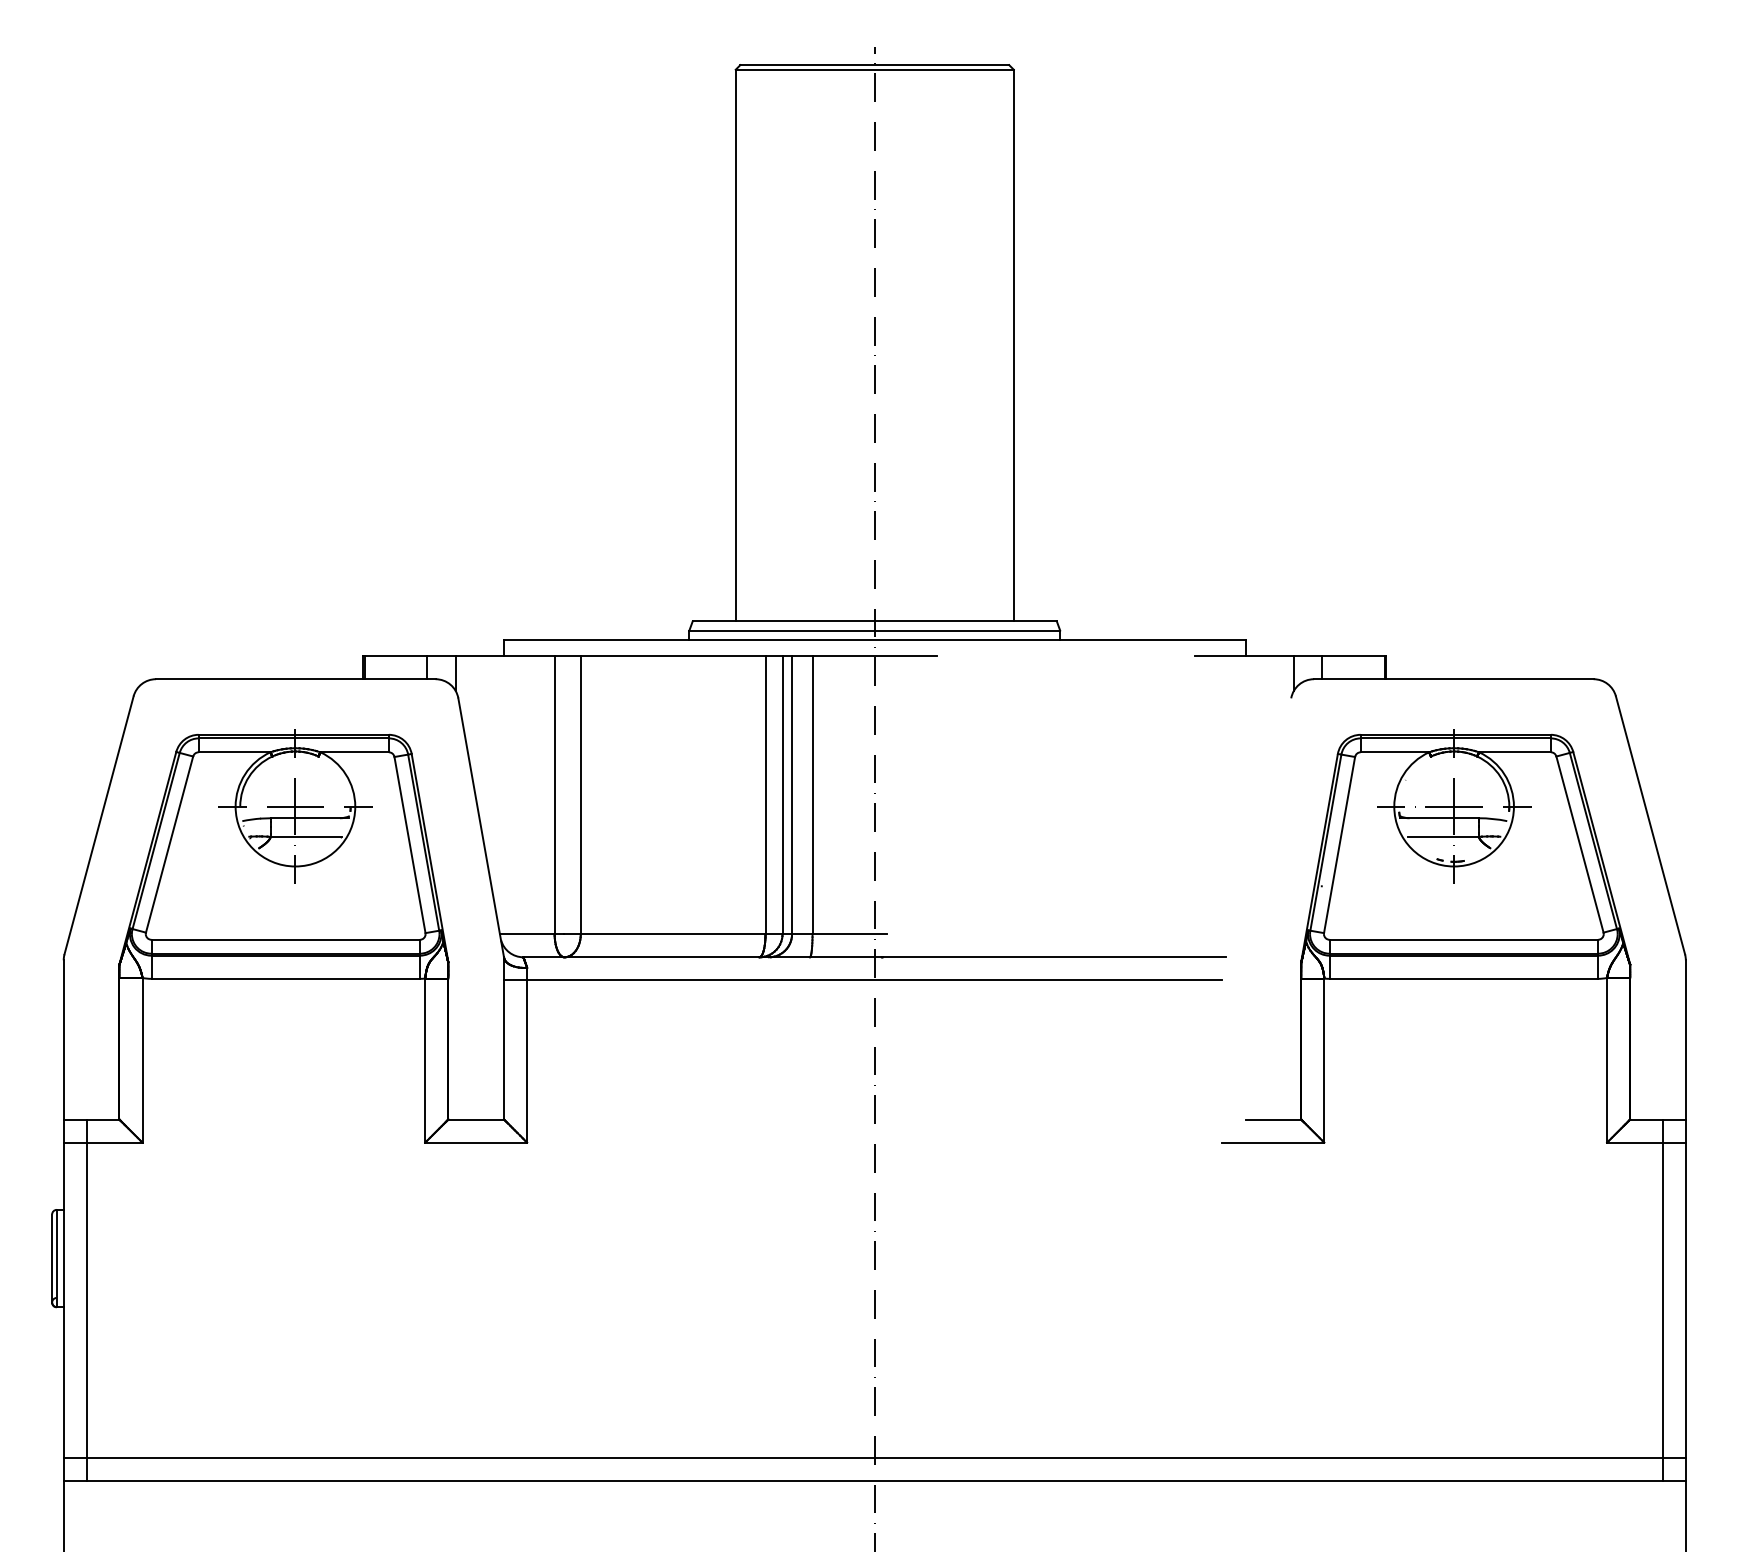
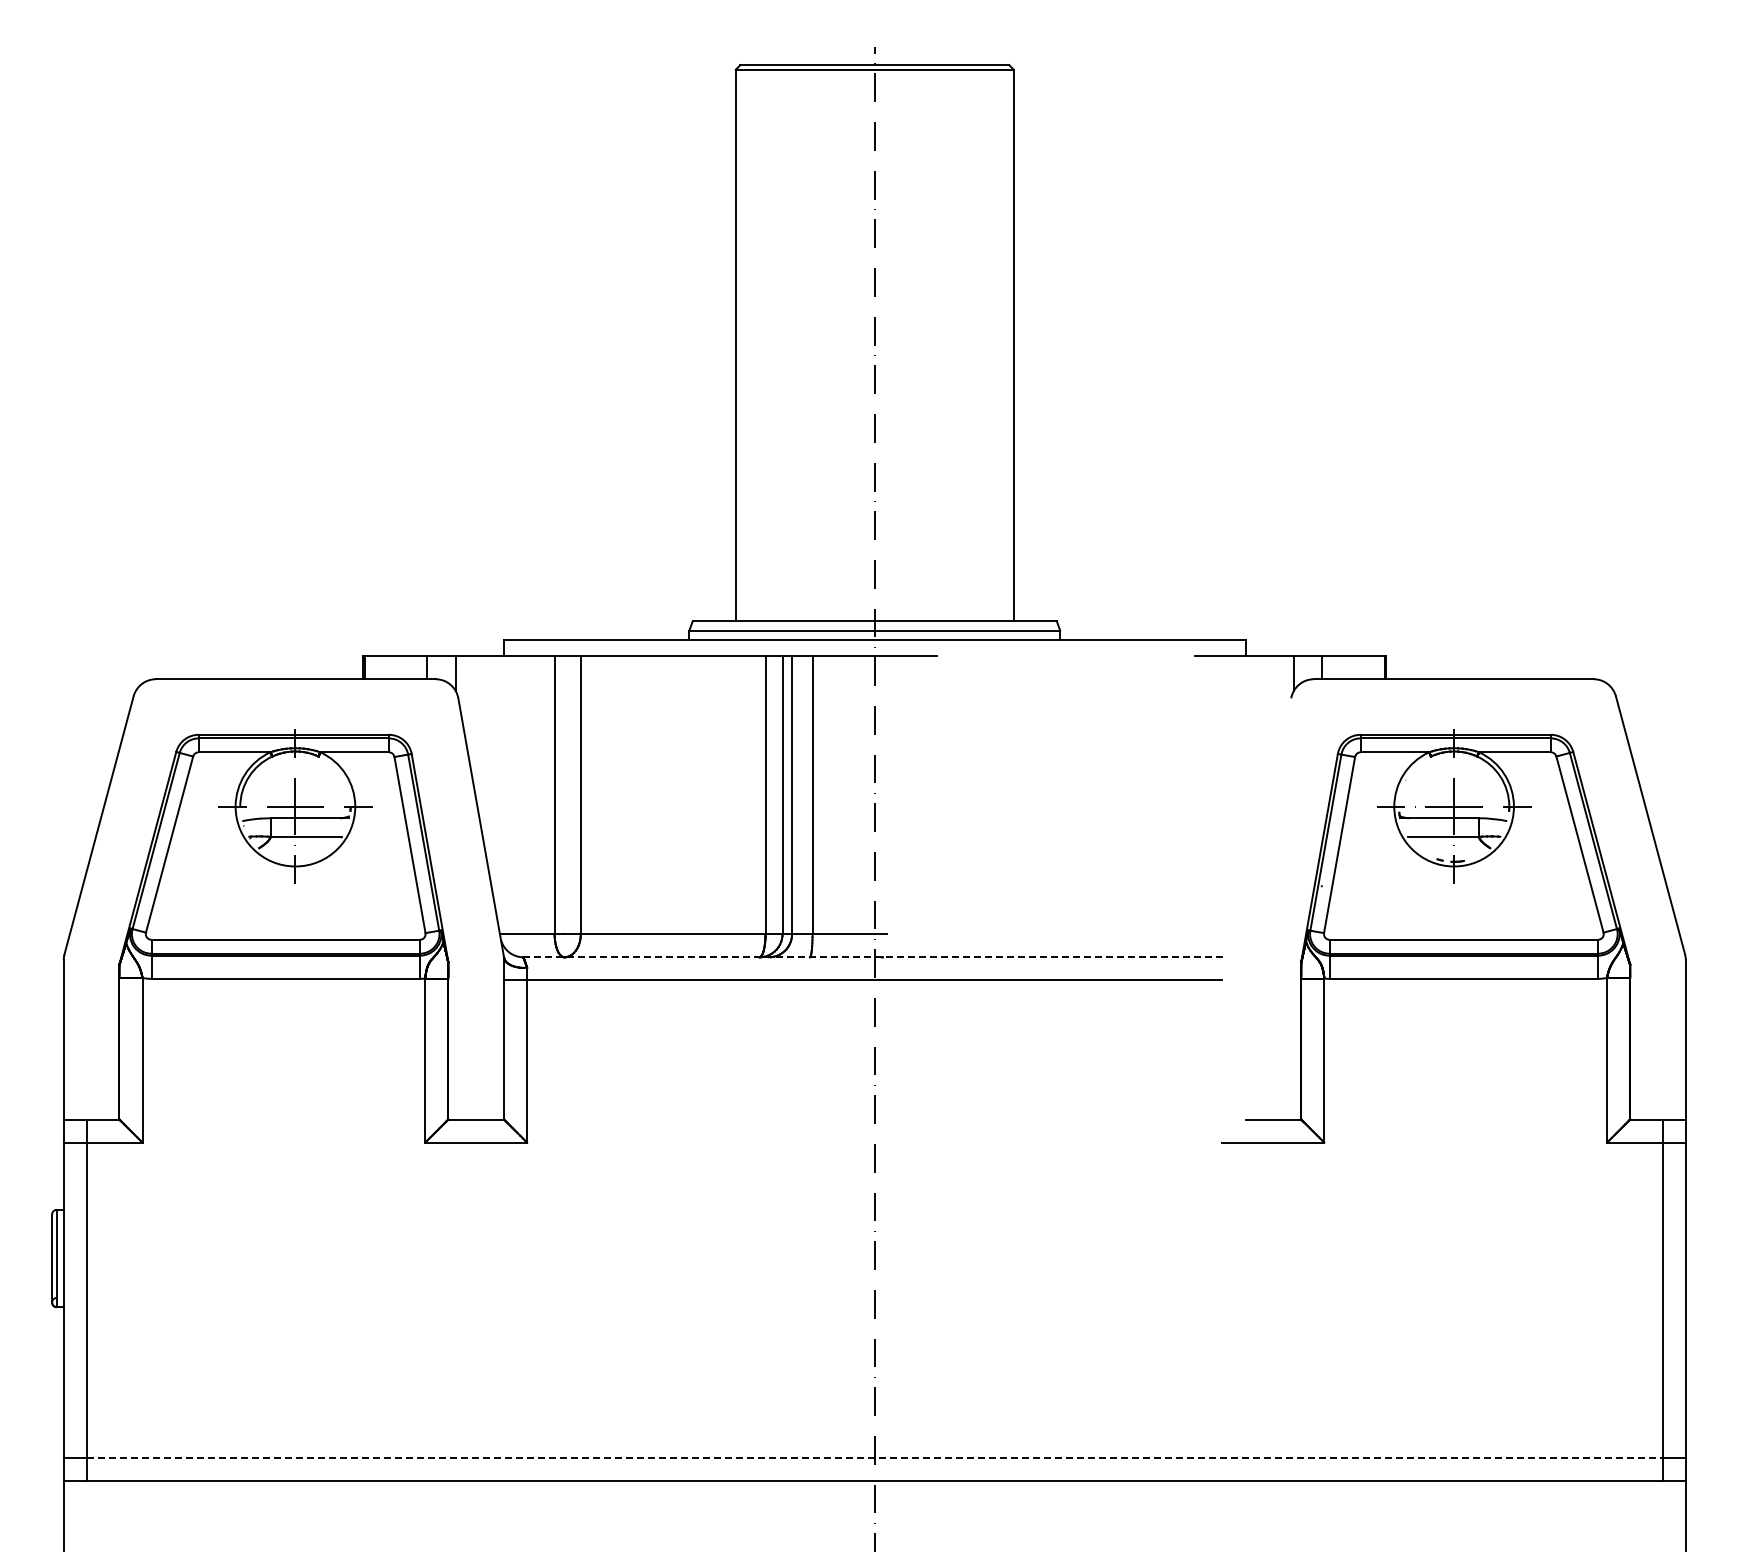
line at (875, 957): solid -> dashed
line at (874, 1457): solid -> dashed
